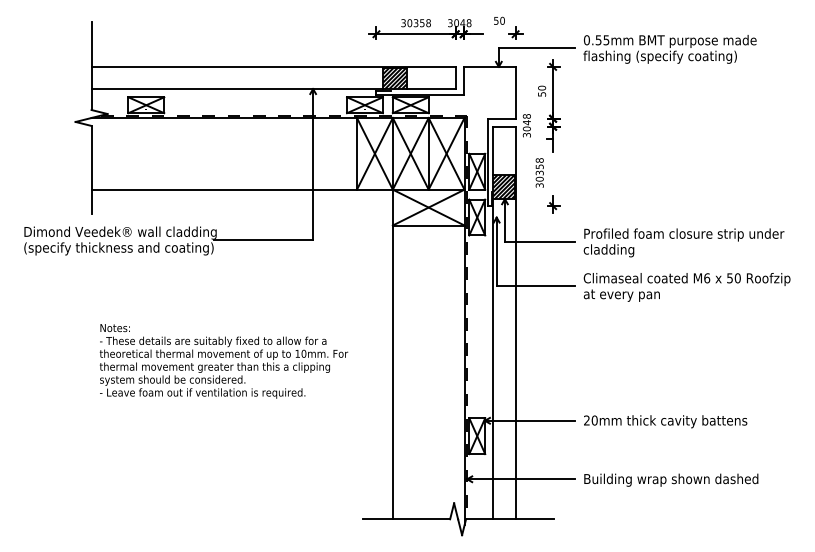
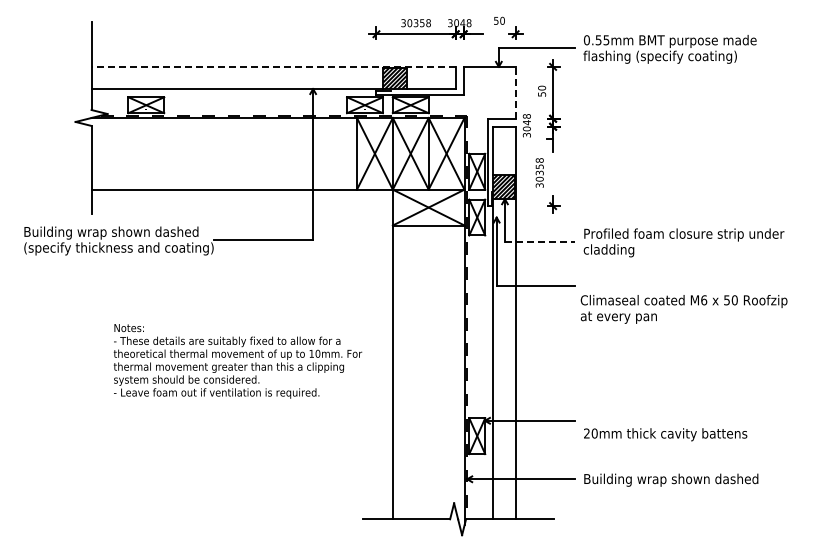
line at (273, 66): solid -> dashed
line at (515, 92): solid -> dashed
text at (120, 232): Dimond Veedek® wall cladding -> Building wrap shown dashed
line at (539, 241): solid -> dashed
text at (686, 287) position: (686, 287) -> (683, 309)
text at (223, 361) position: (223, 361) -> (237, 361)
text at (665, 421) position: (665, 421) -> (665, 434)
